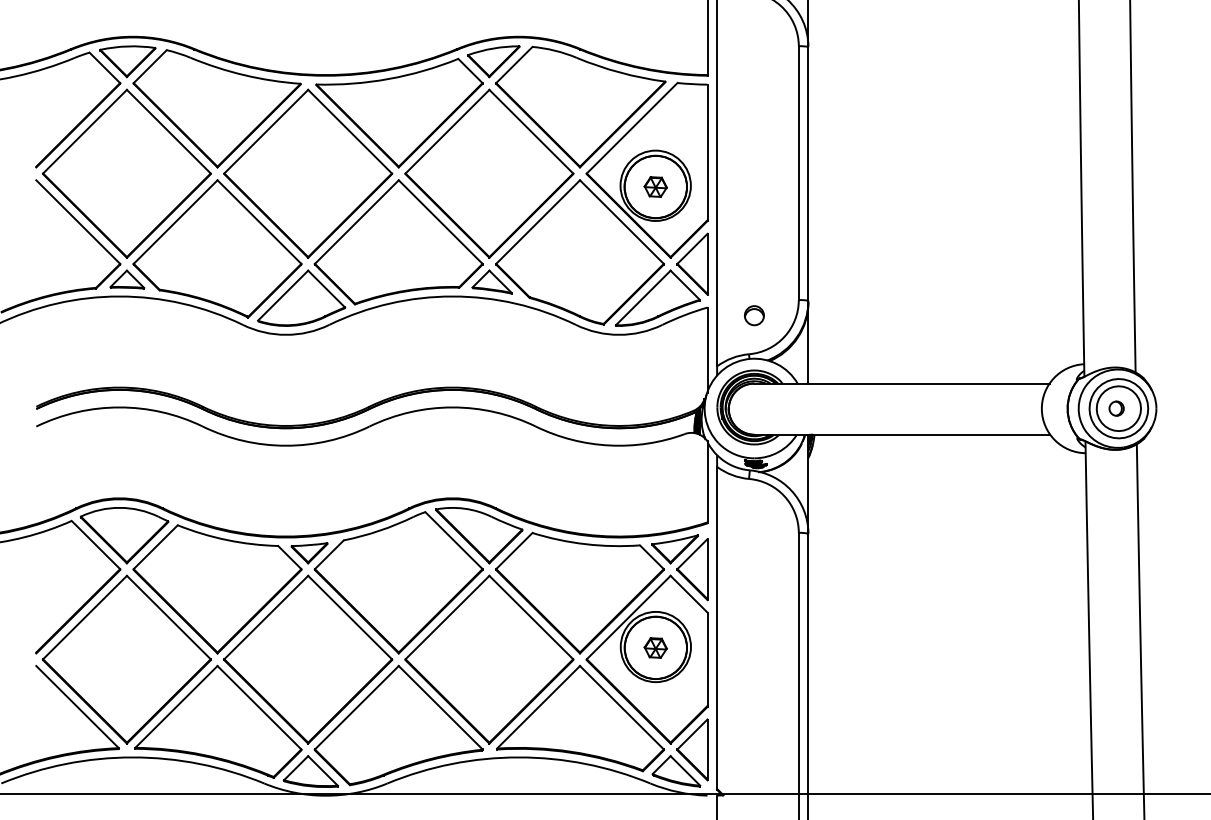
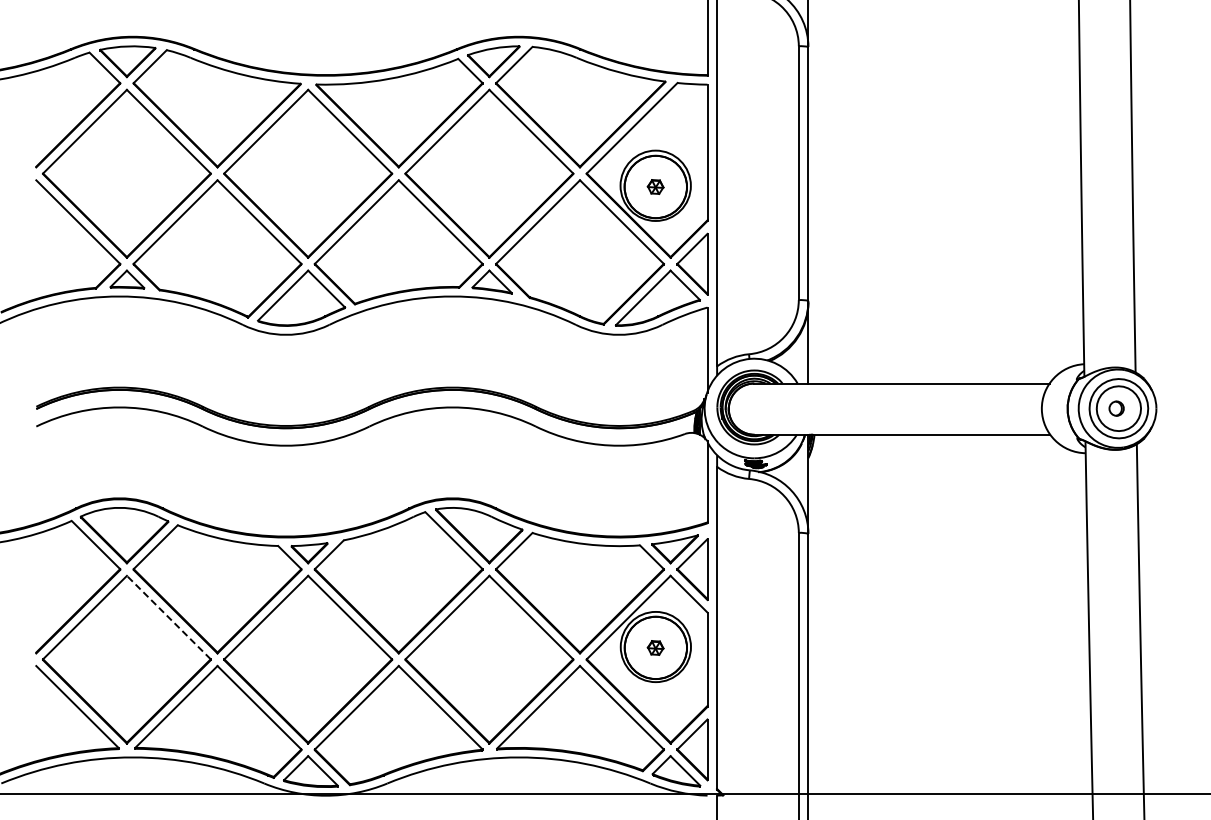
part at (655, 186) size: 25x22 px -> 19x16 px
part at (754, 315): present -> none
line at (168, 617): solid -> dashed
part at (655, 647) size: 25x22 px -> 19x16 px
